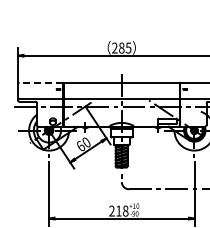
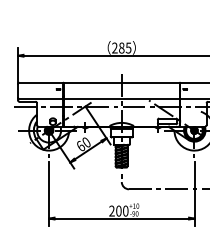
line at (41, 82): dashed -> solid
text at (122, 210): 218 -> 200
